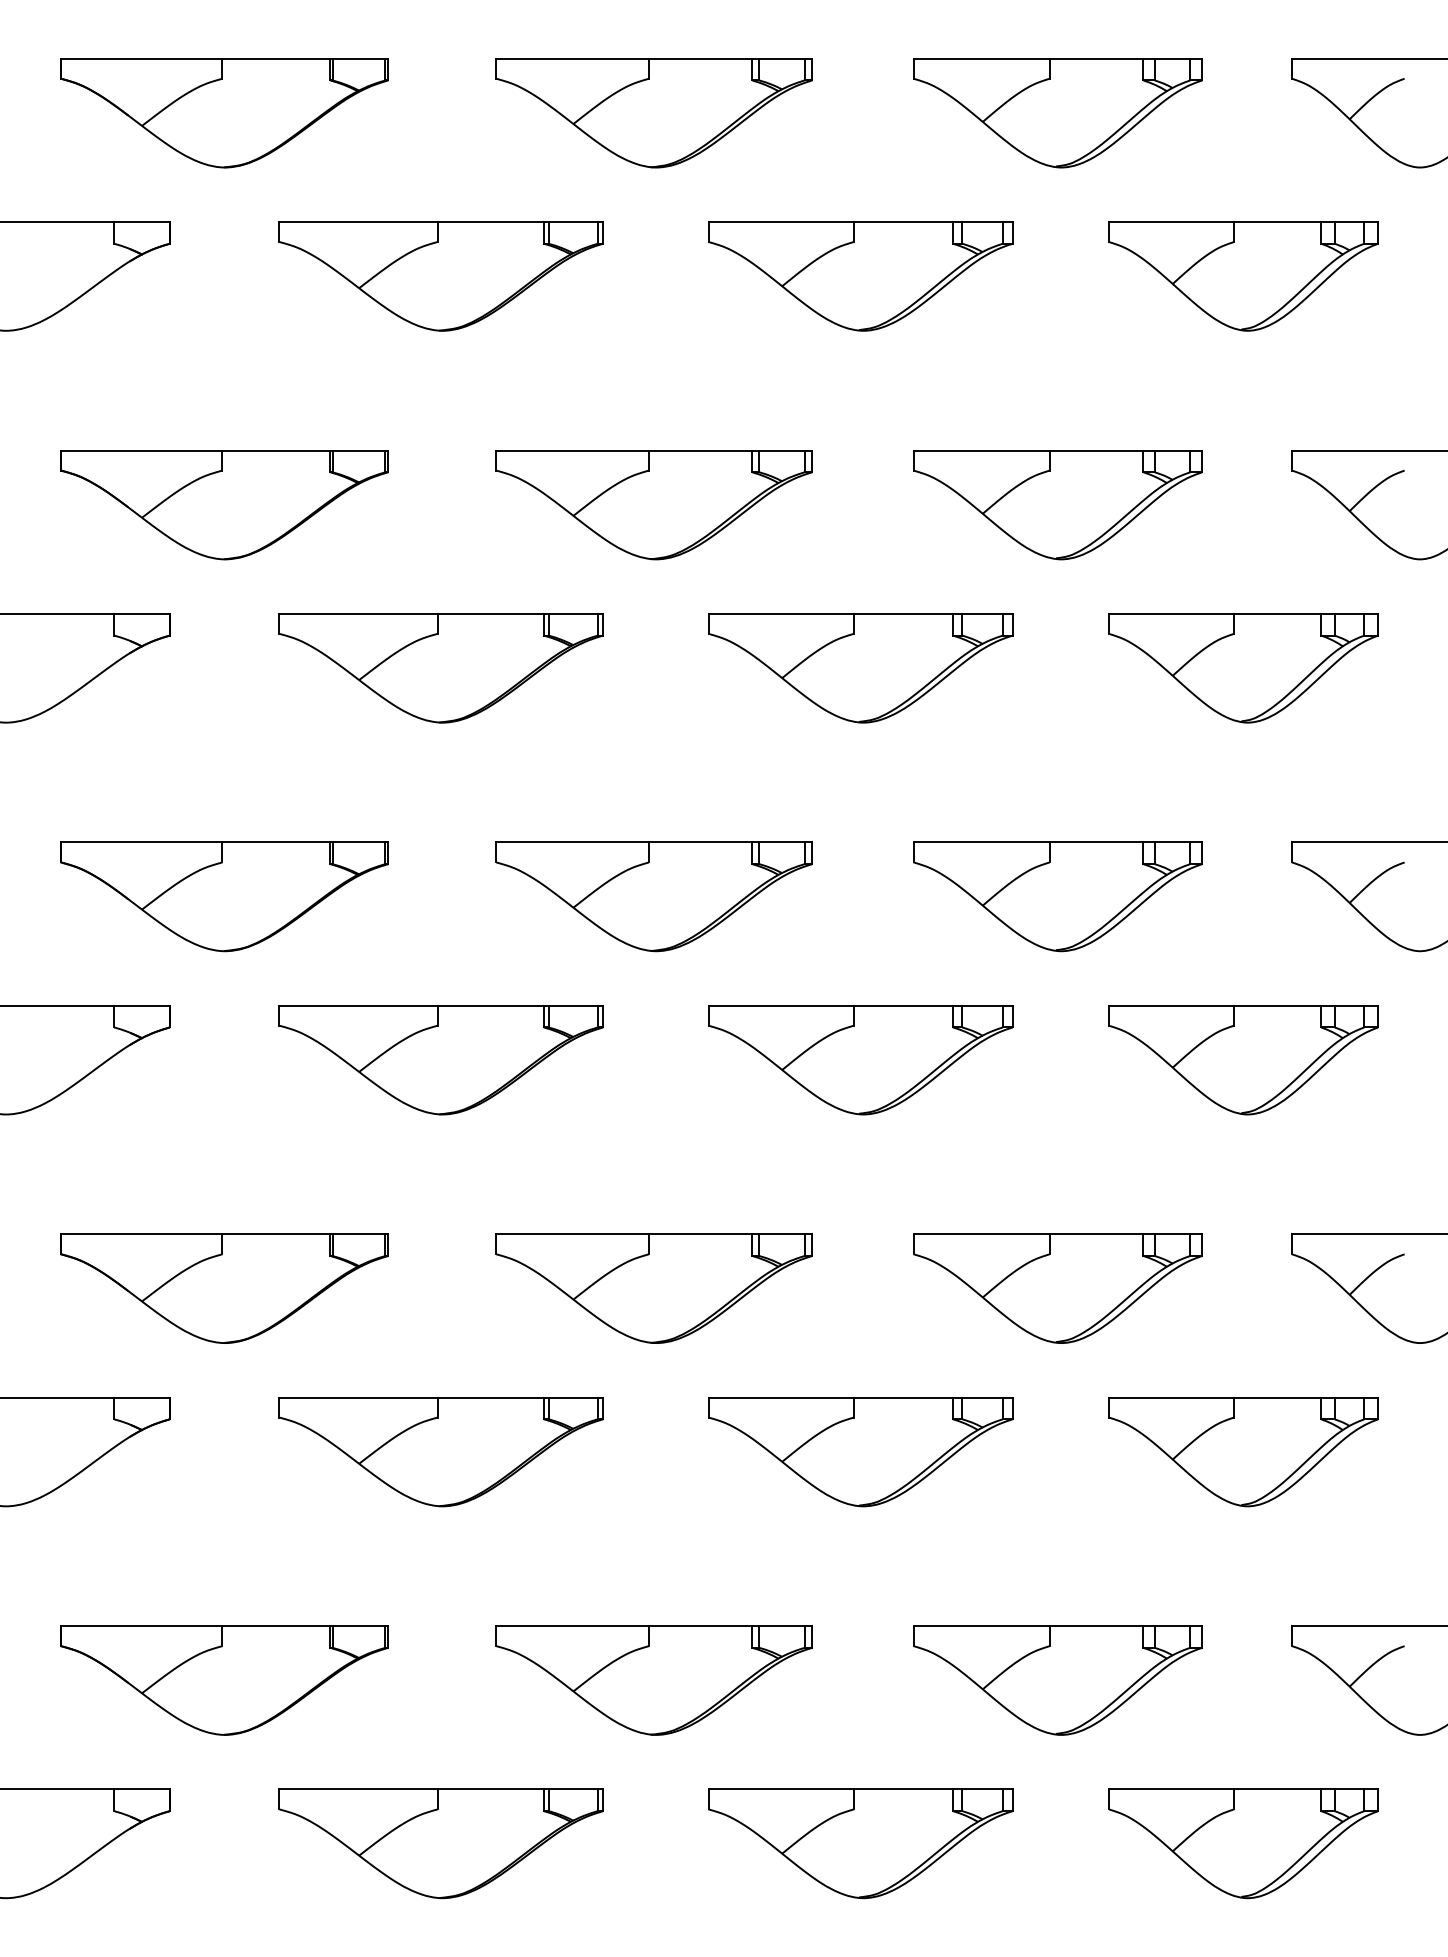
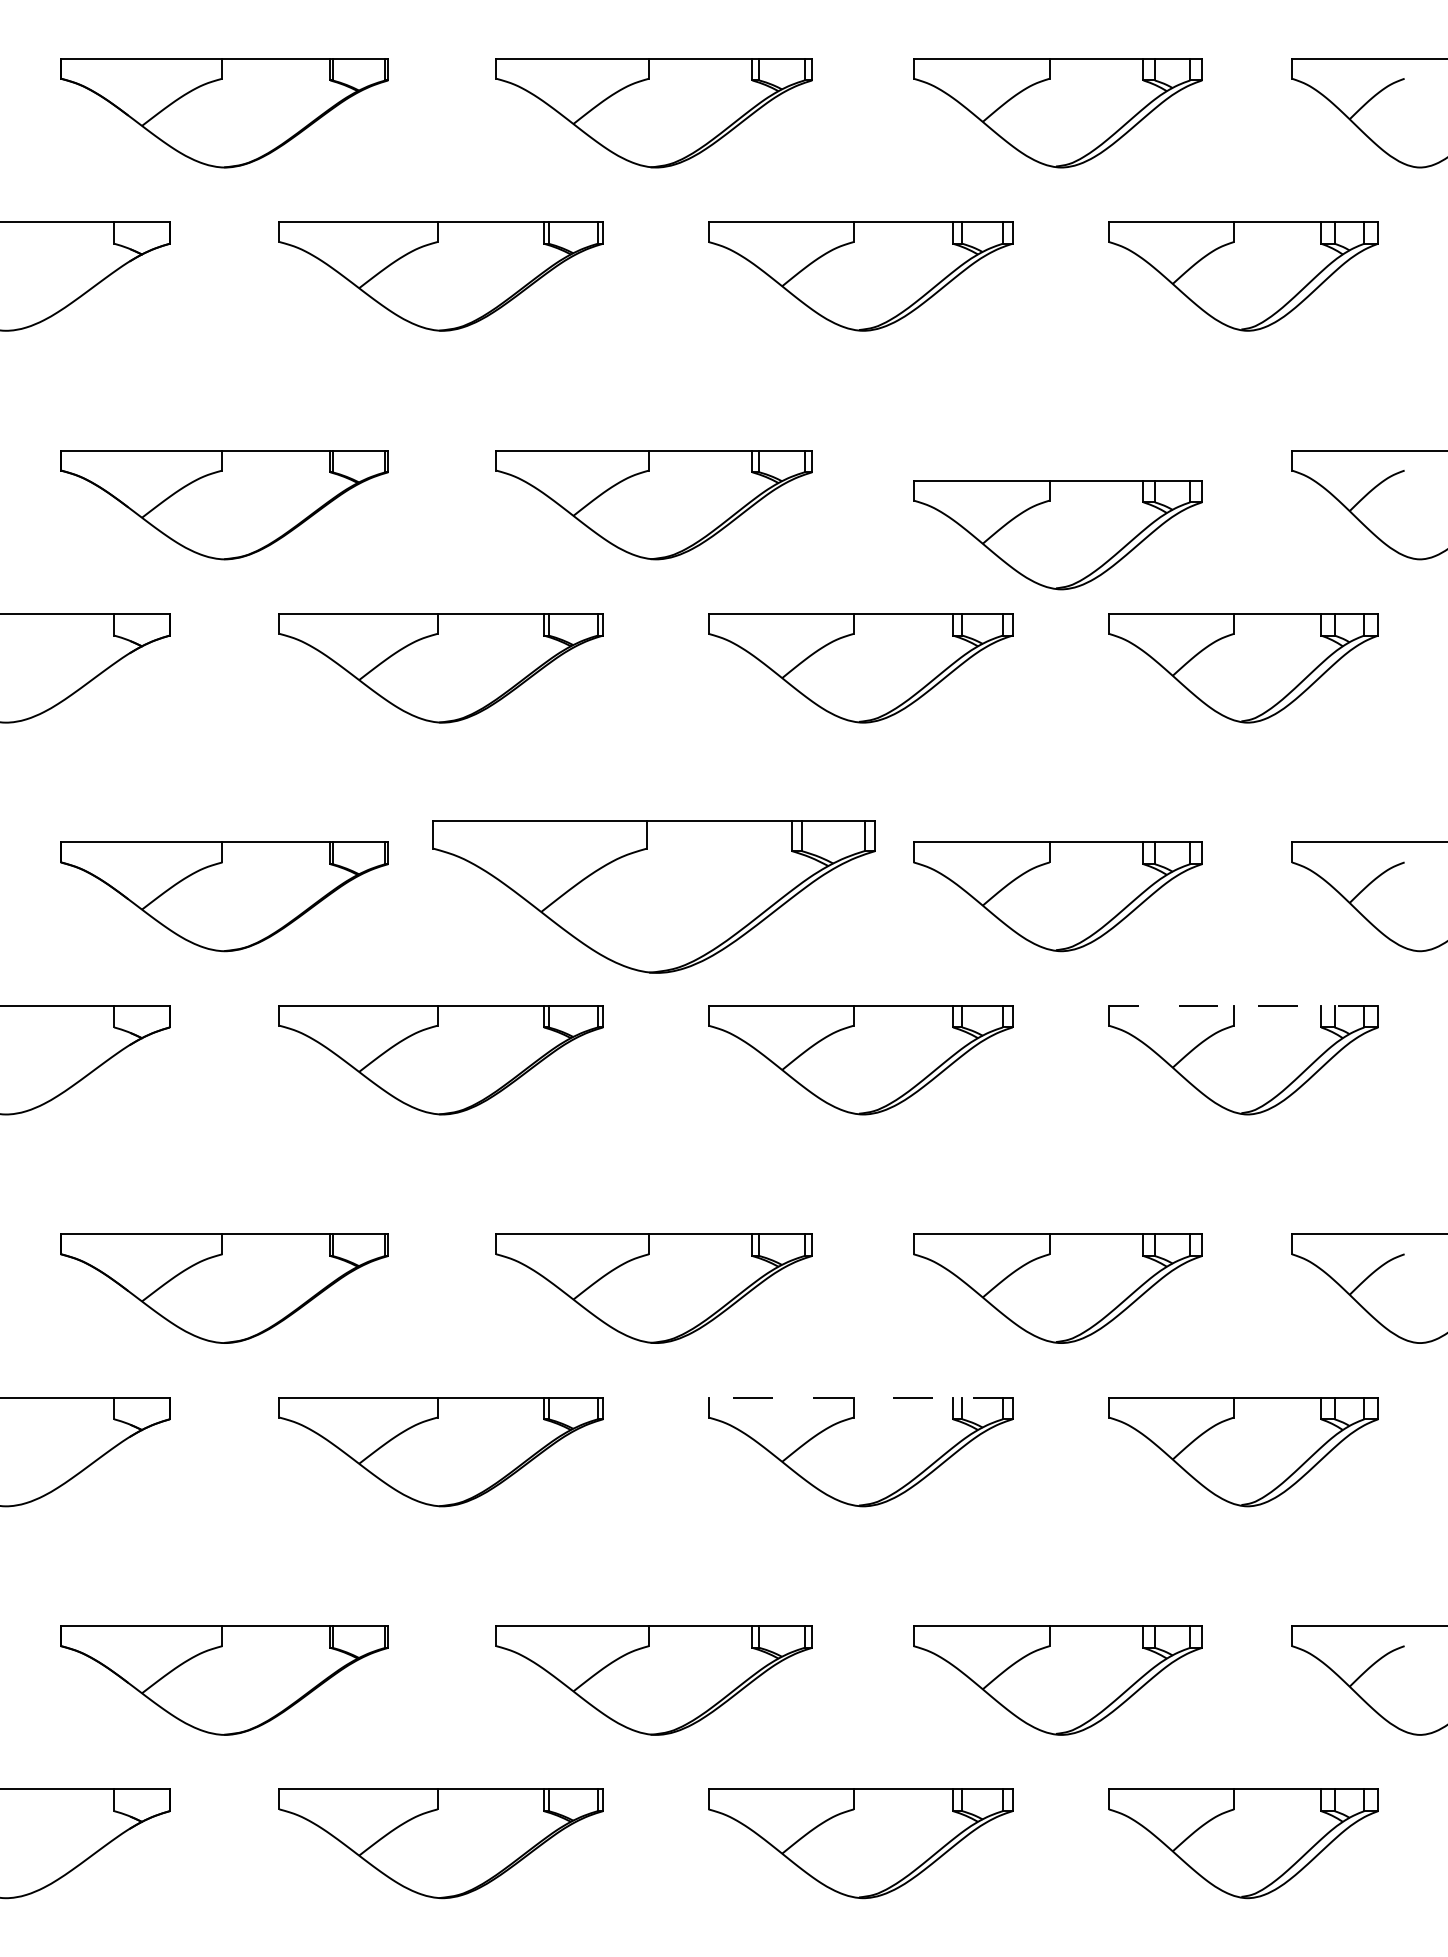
part at (1057, 505) position: (1057, 505) -> (1057, 535)
part at (653, 896) size: 318x112 px -> 444x154 px
line at (1243, 1005): solid -> dashed
line at (860, 1397): solid -> dashed
